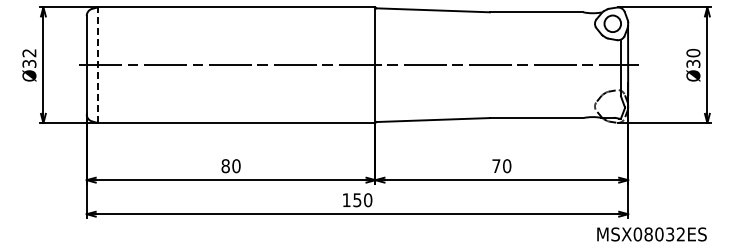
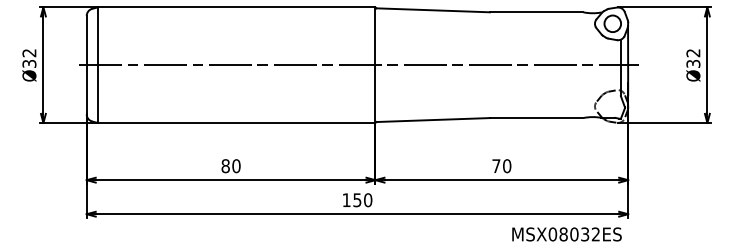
text at (693, 52): Ø30 -> Ø32
line at (97, 65): dashed -> solid
text at (651, 234) position: (651, 234) -> (566, 234)
